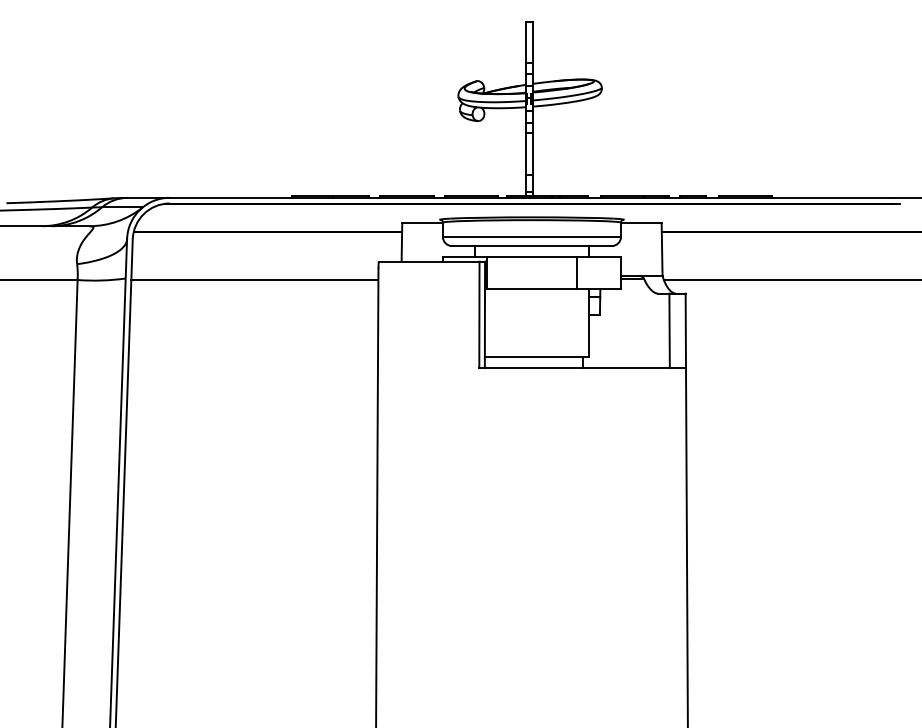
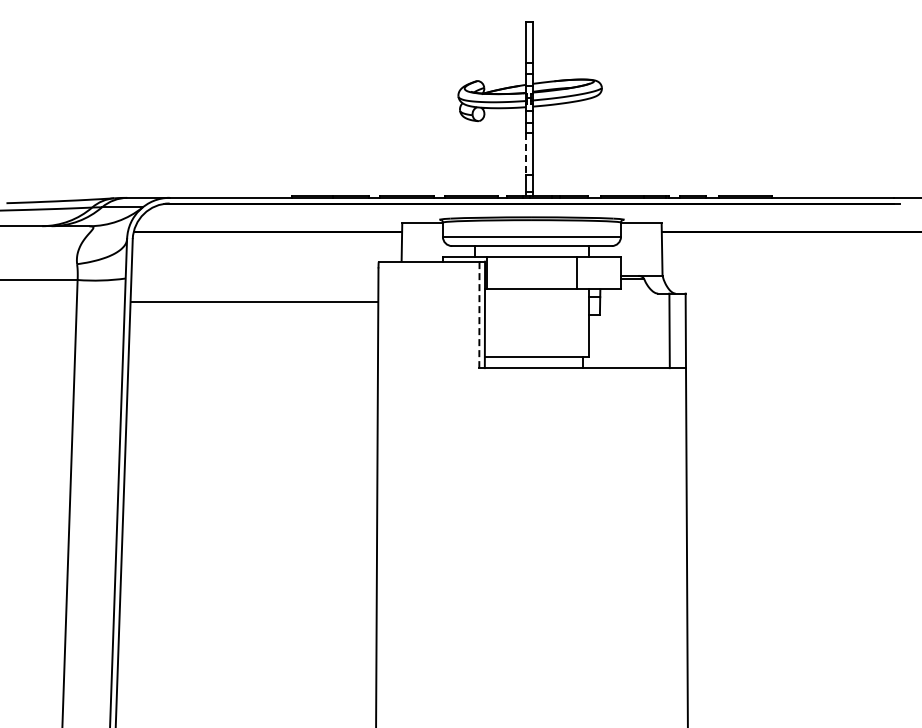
line at (525, 153): solid -> dashed
line at (254, 280) position: (254, 280) -> (254, 302)
line at (791, 280): present -> none
line at (479, 314): solid -> dashed
